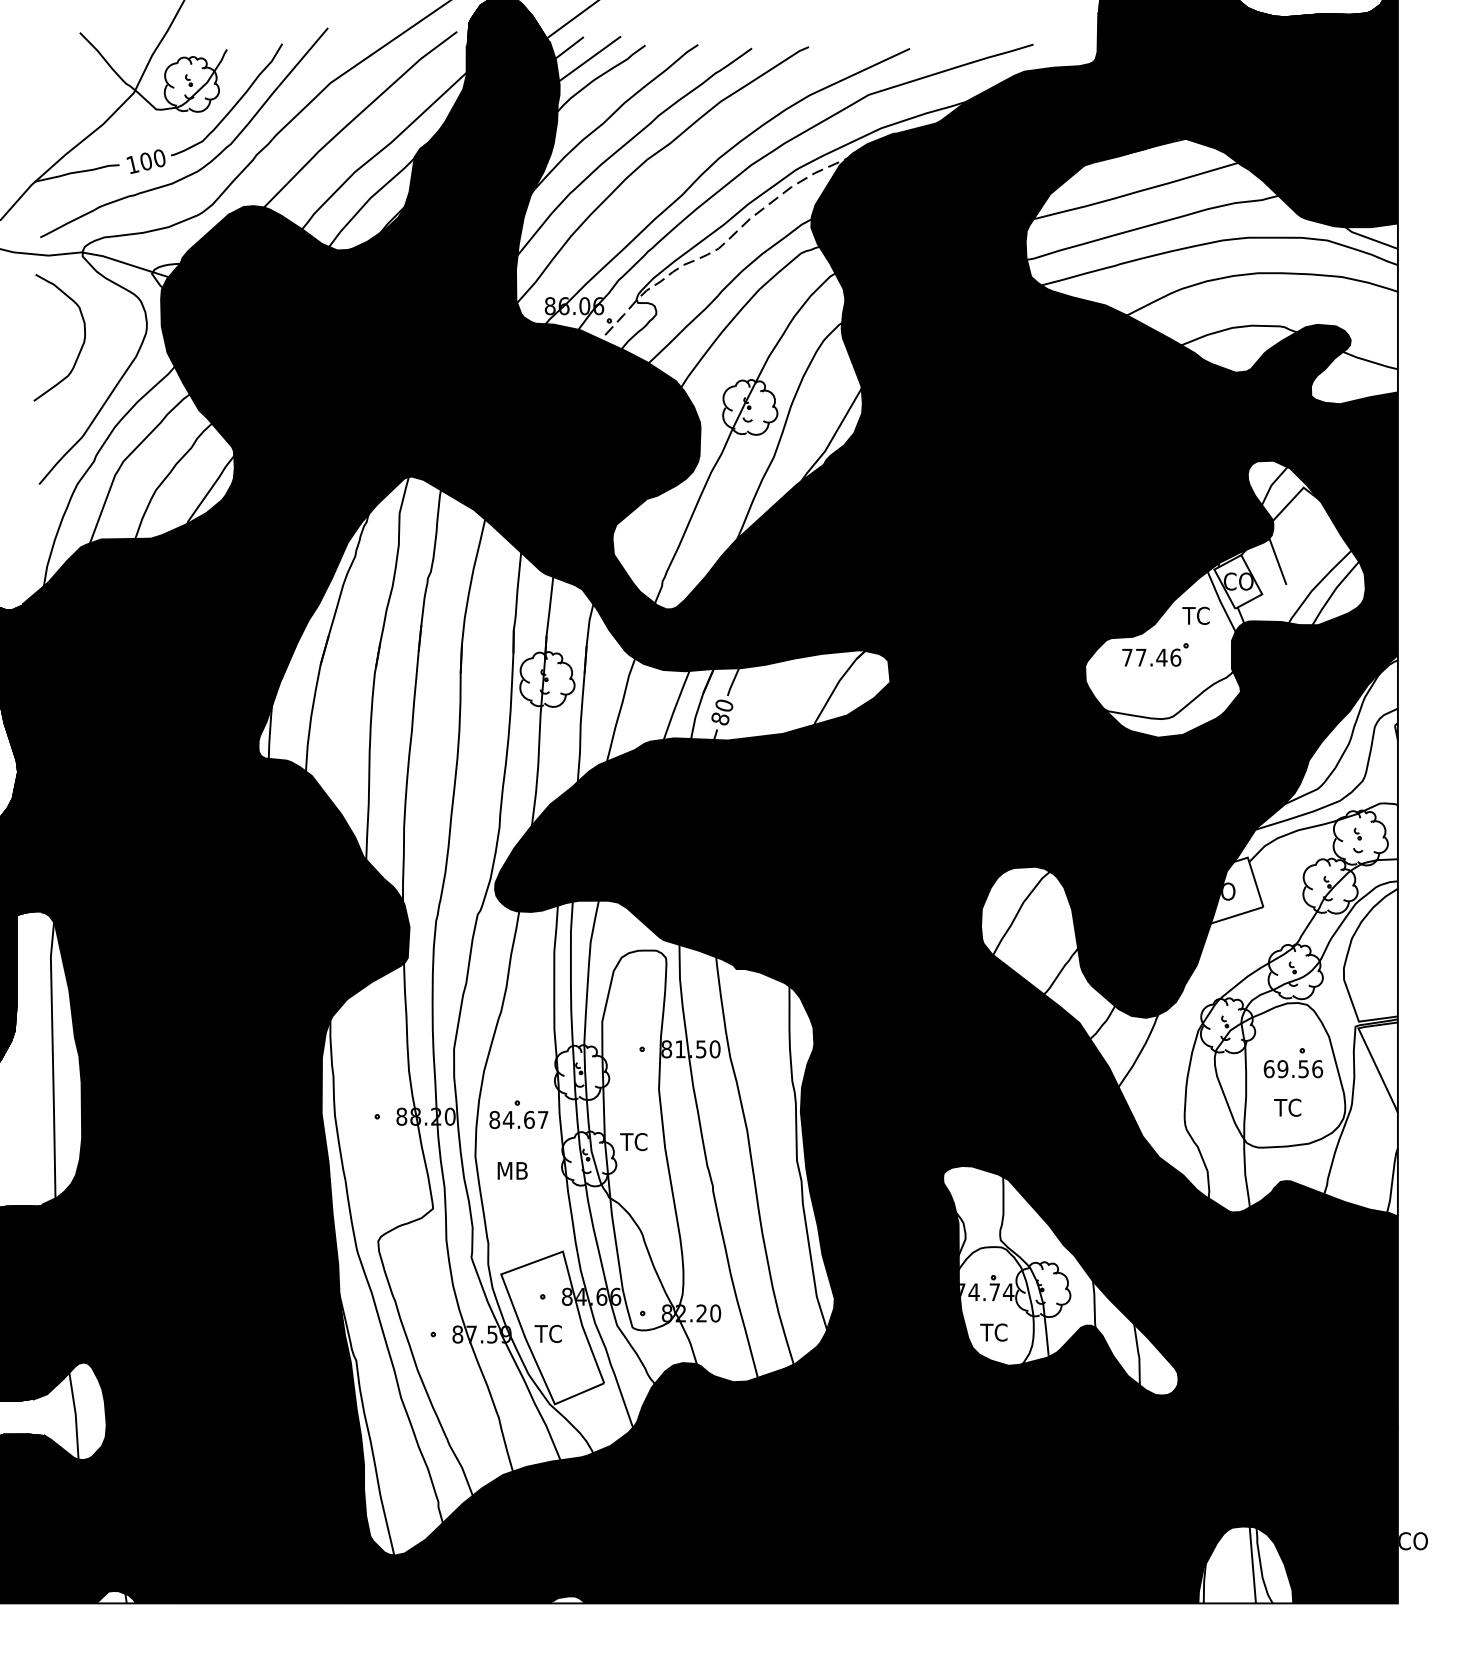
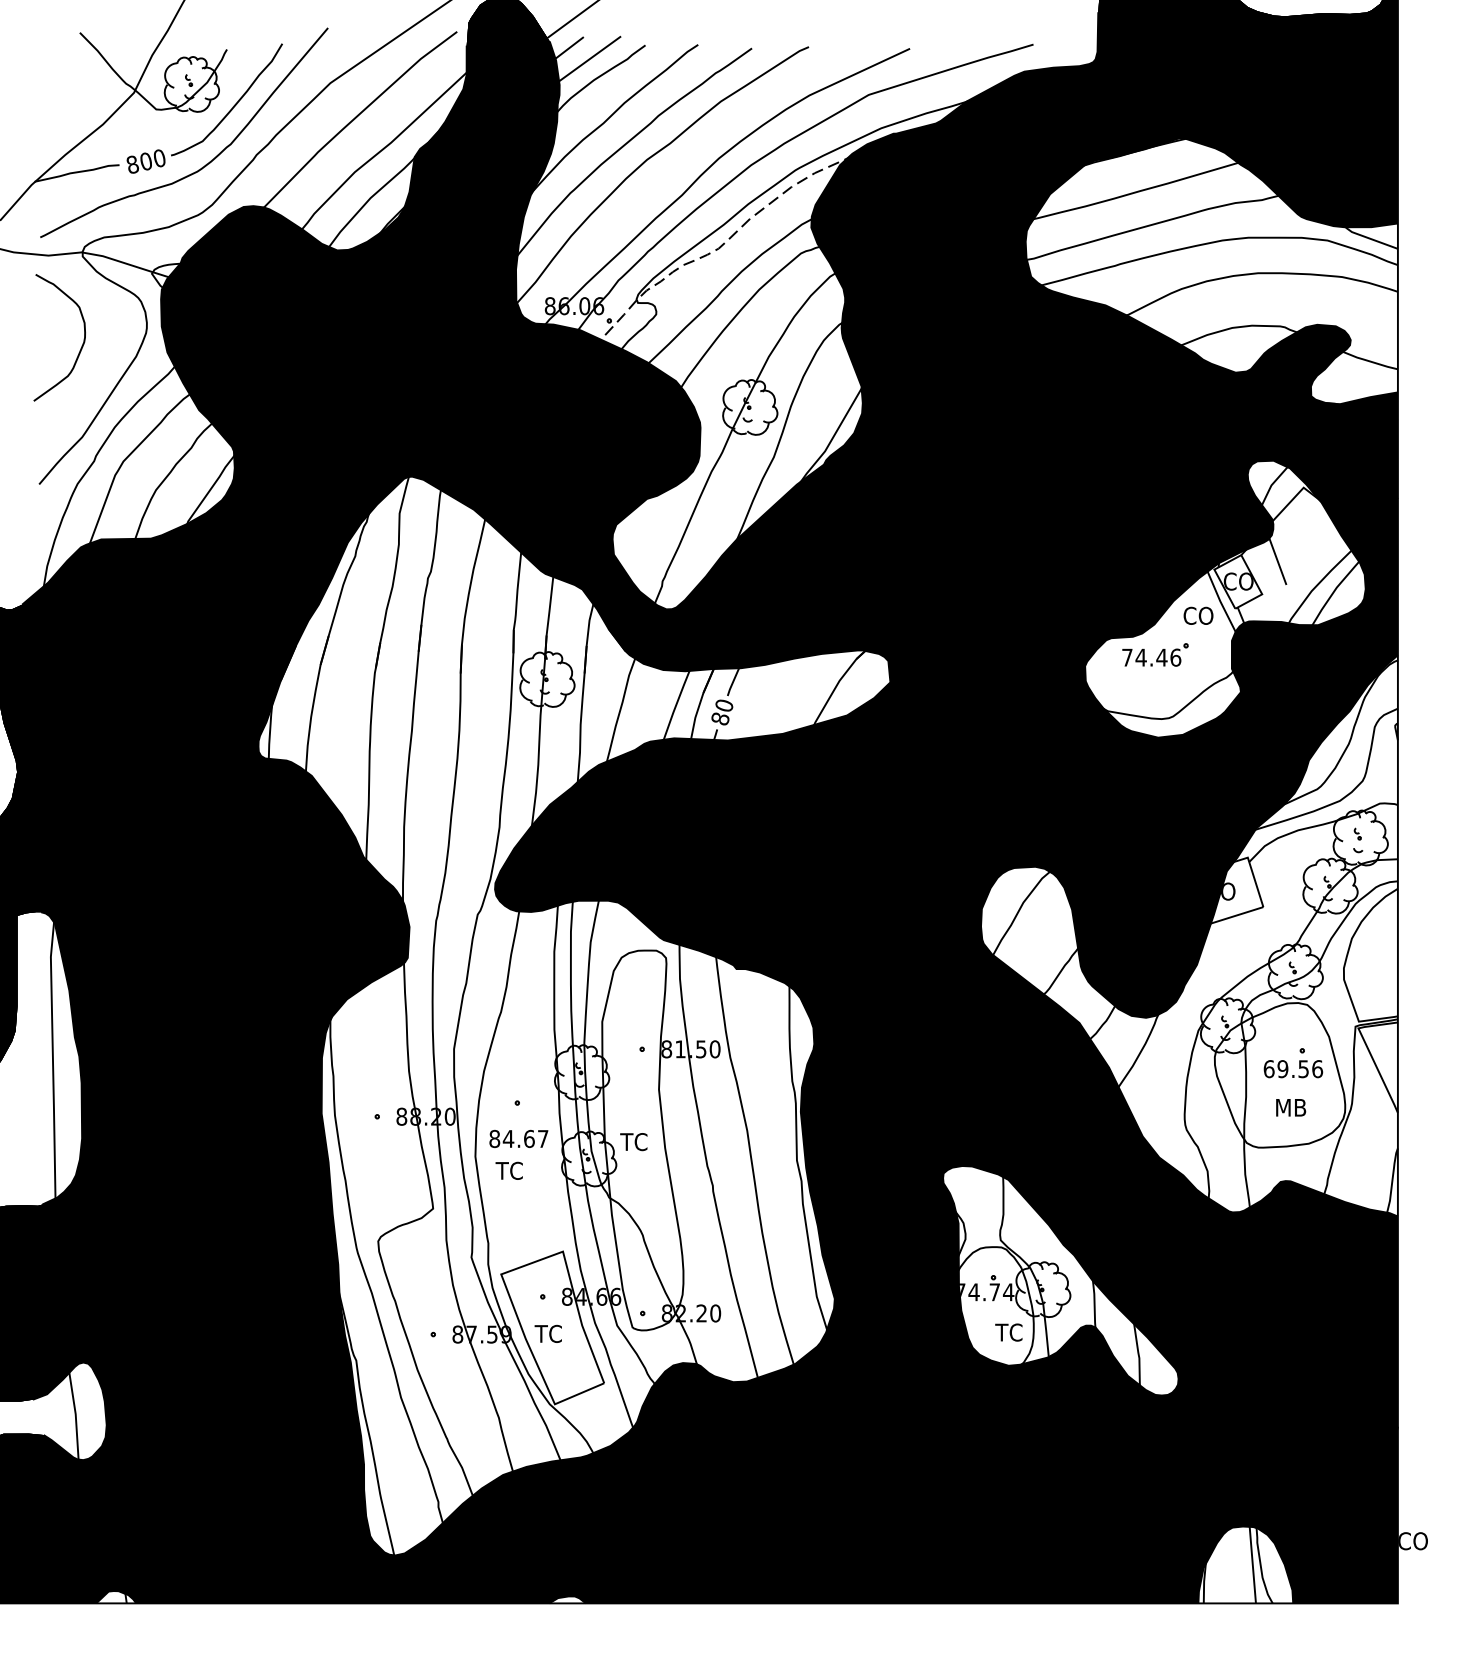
text at (132, 164): 100 -> 800
text at (1197, 615): TC -> CO
text at (1140, 657): 77.46 -> 74.46
text at (1290, 1107): TC -> MB
text at (518, 1119) position: (518, 1119) -> (518, 1138)
text at (511, 1170): MB -> TC
text at (993, 1332) position: (993, 1332) -> (1008, 1332)
